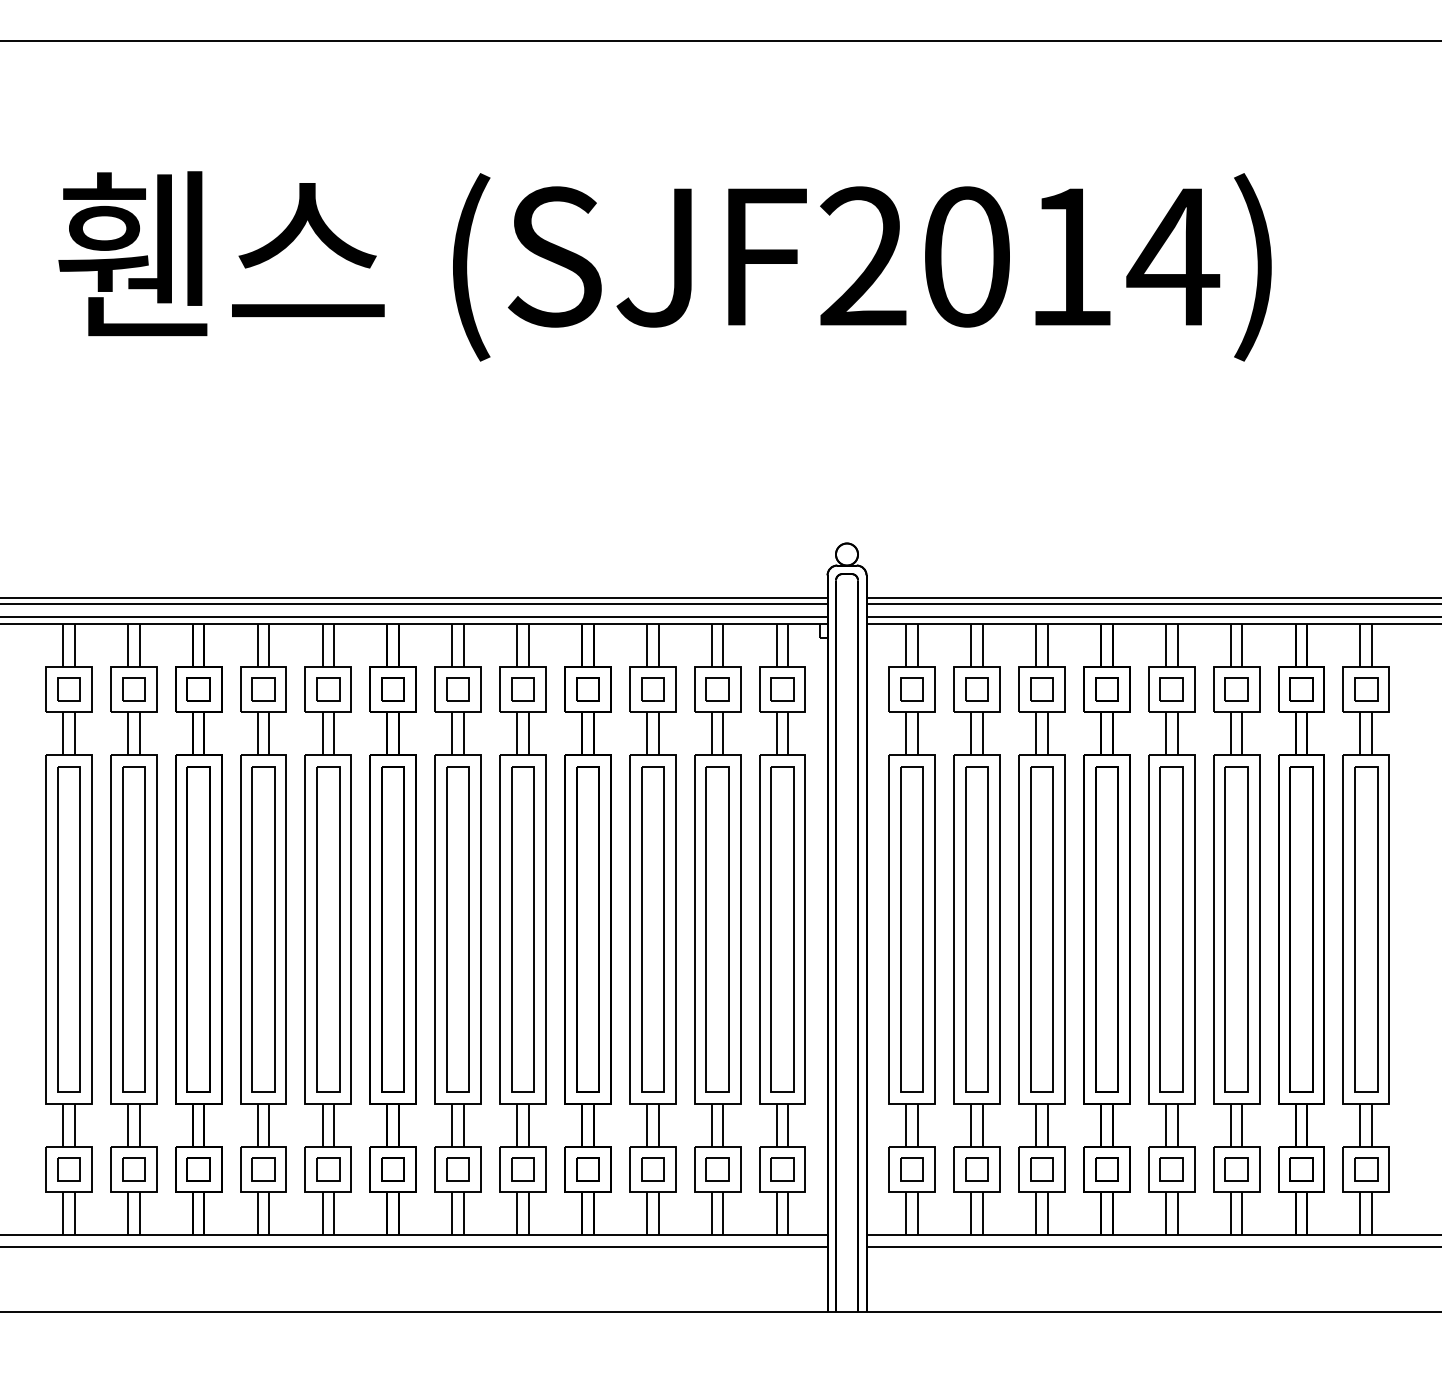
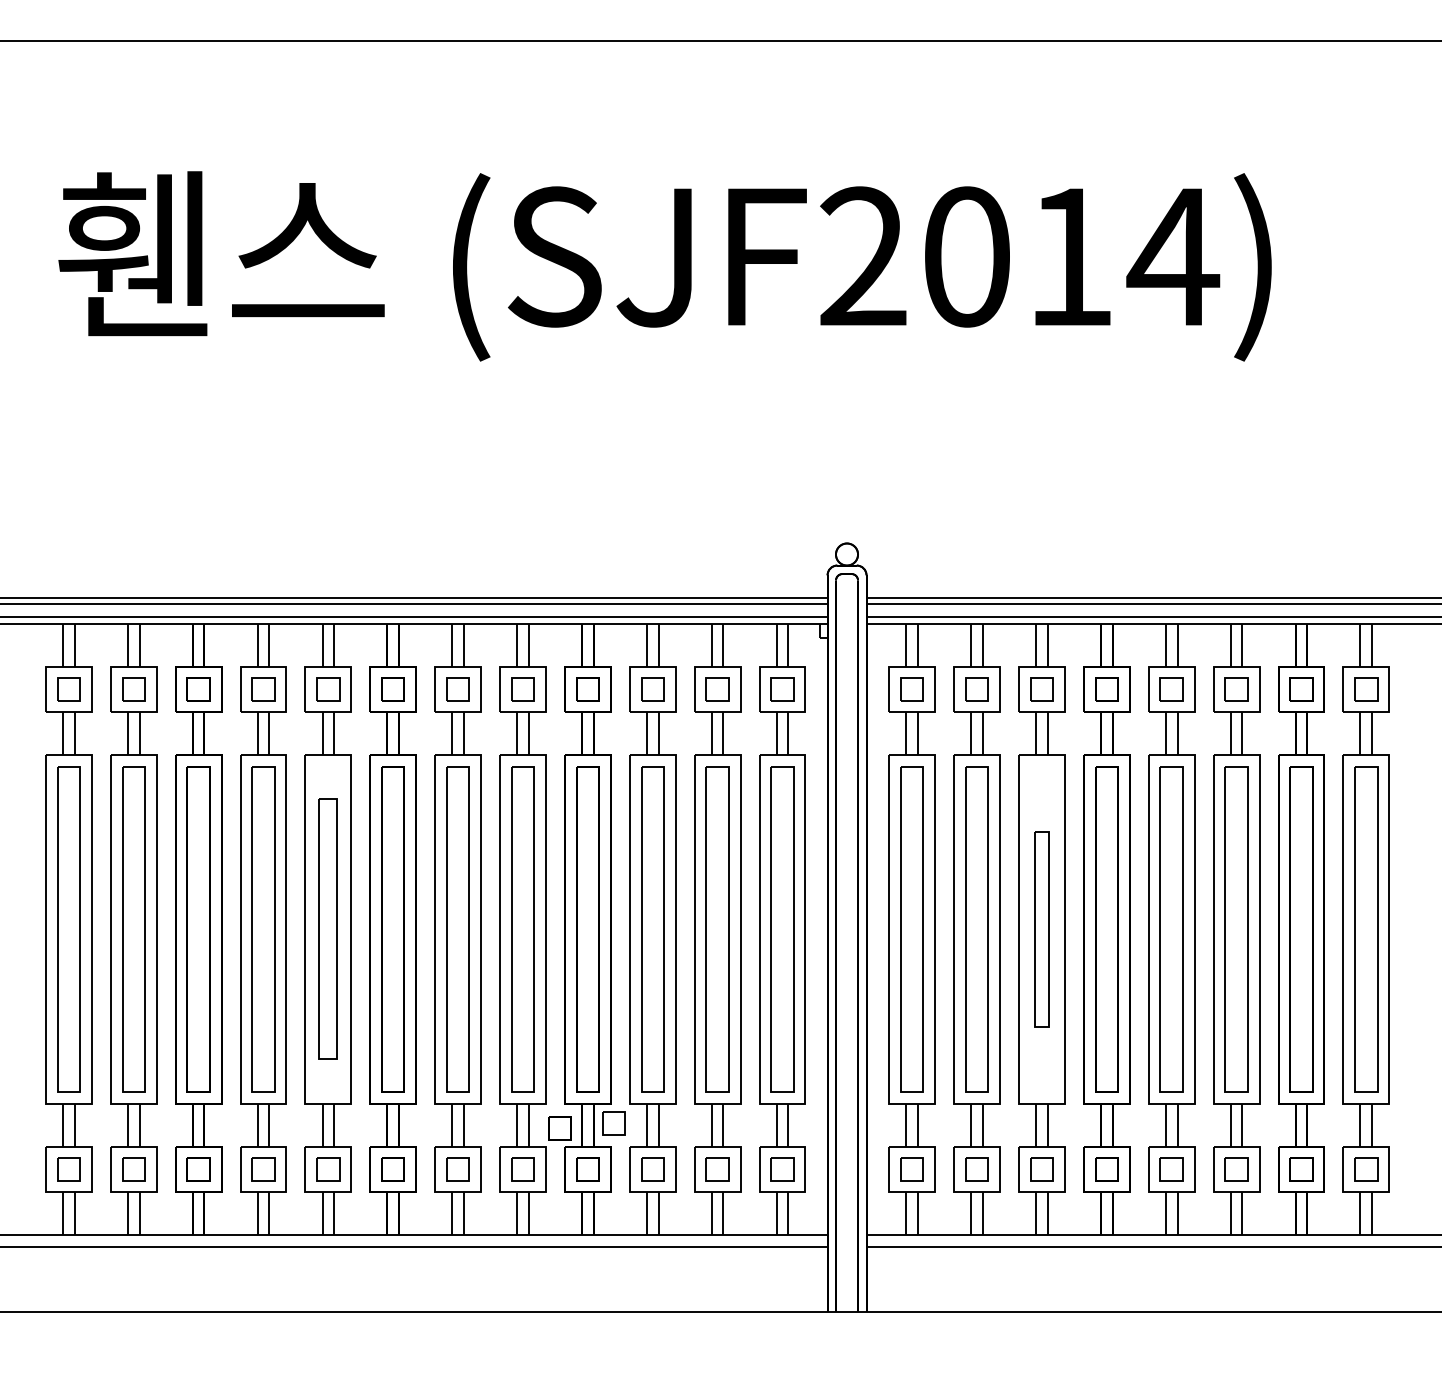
part at (328, 929) size: 25x327 px -> 20x262 px
part at (1041, 929) size: 24x327 px -> 16x197 px
part at (613, 1123): none -> present
part at (559, 1128): none -> present
